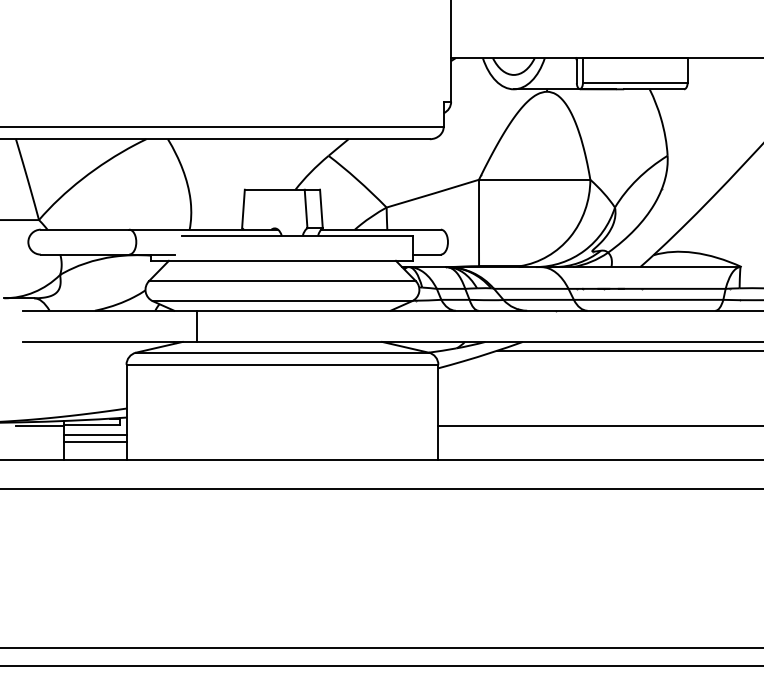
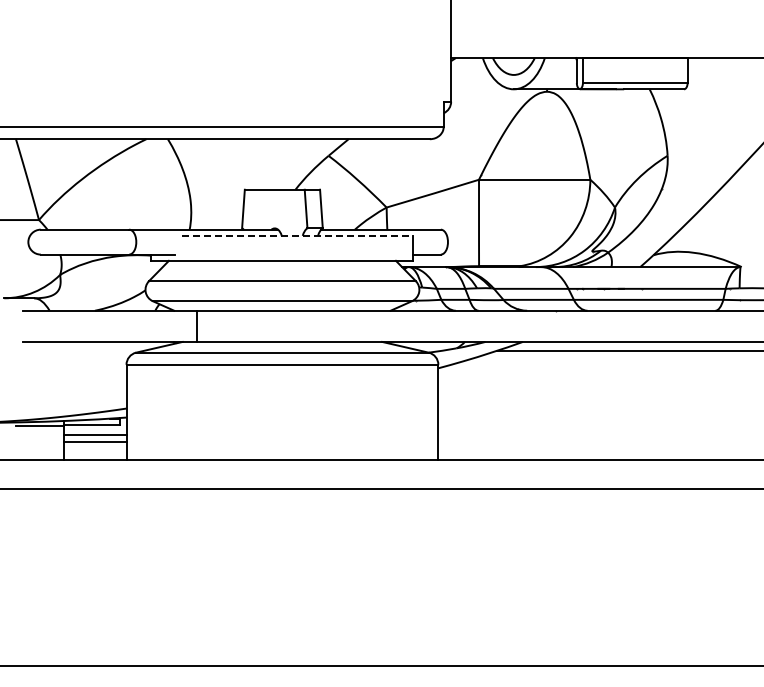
line at (297, 235): solid -> dashed
line at (599, 425): present -> none
line at (381, 647): present -> none
